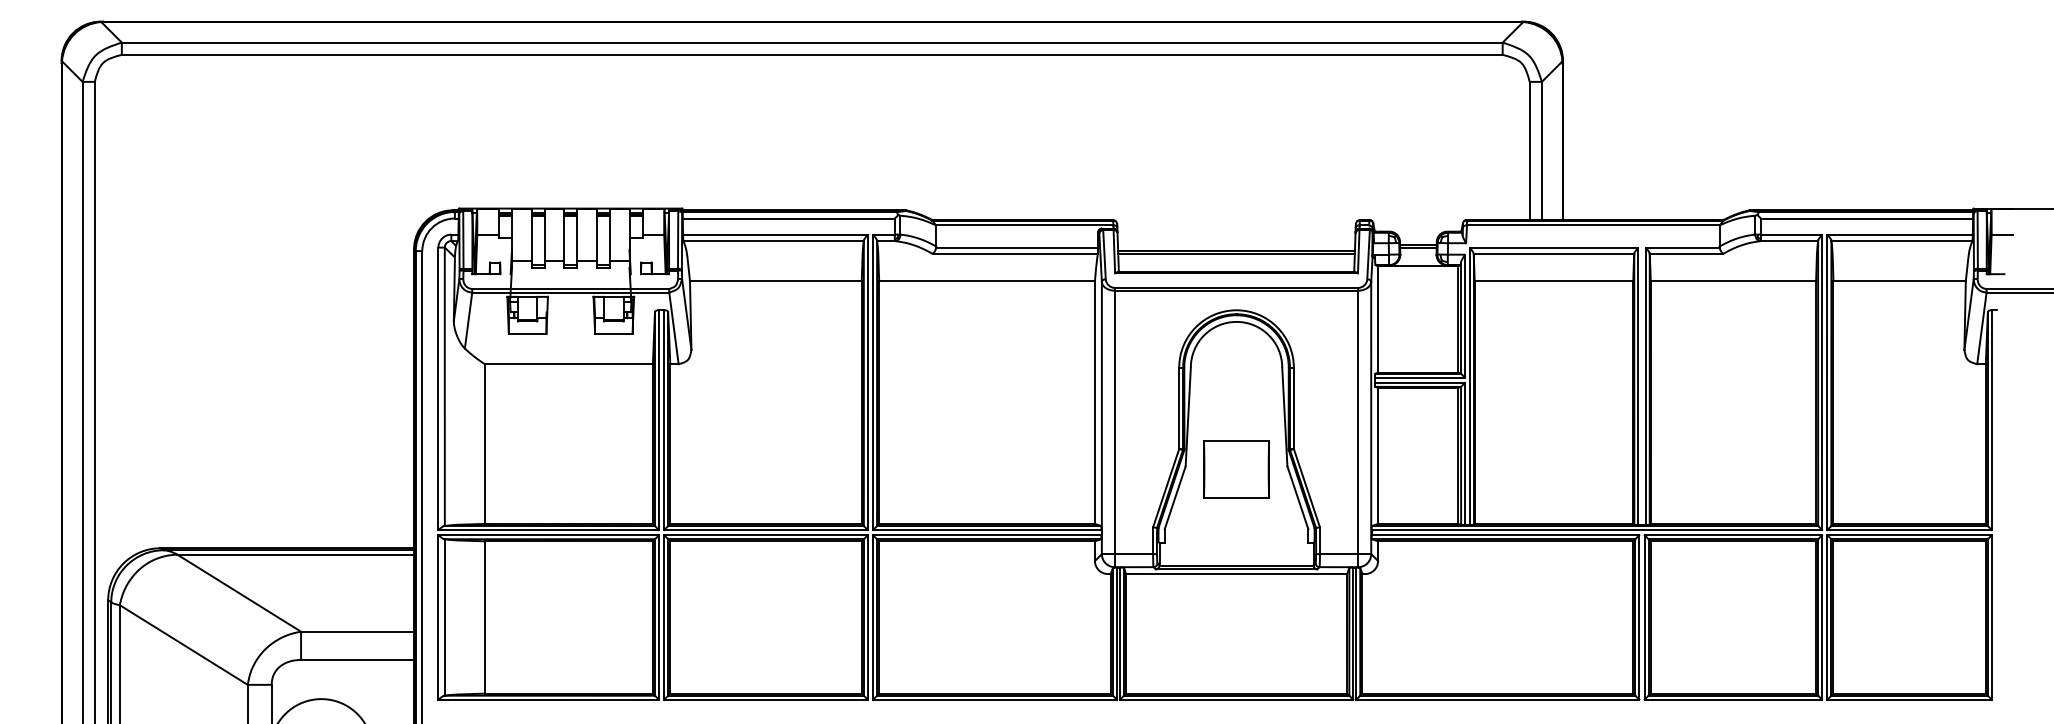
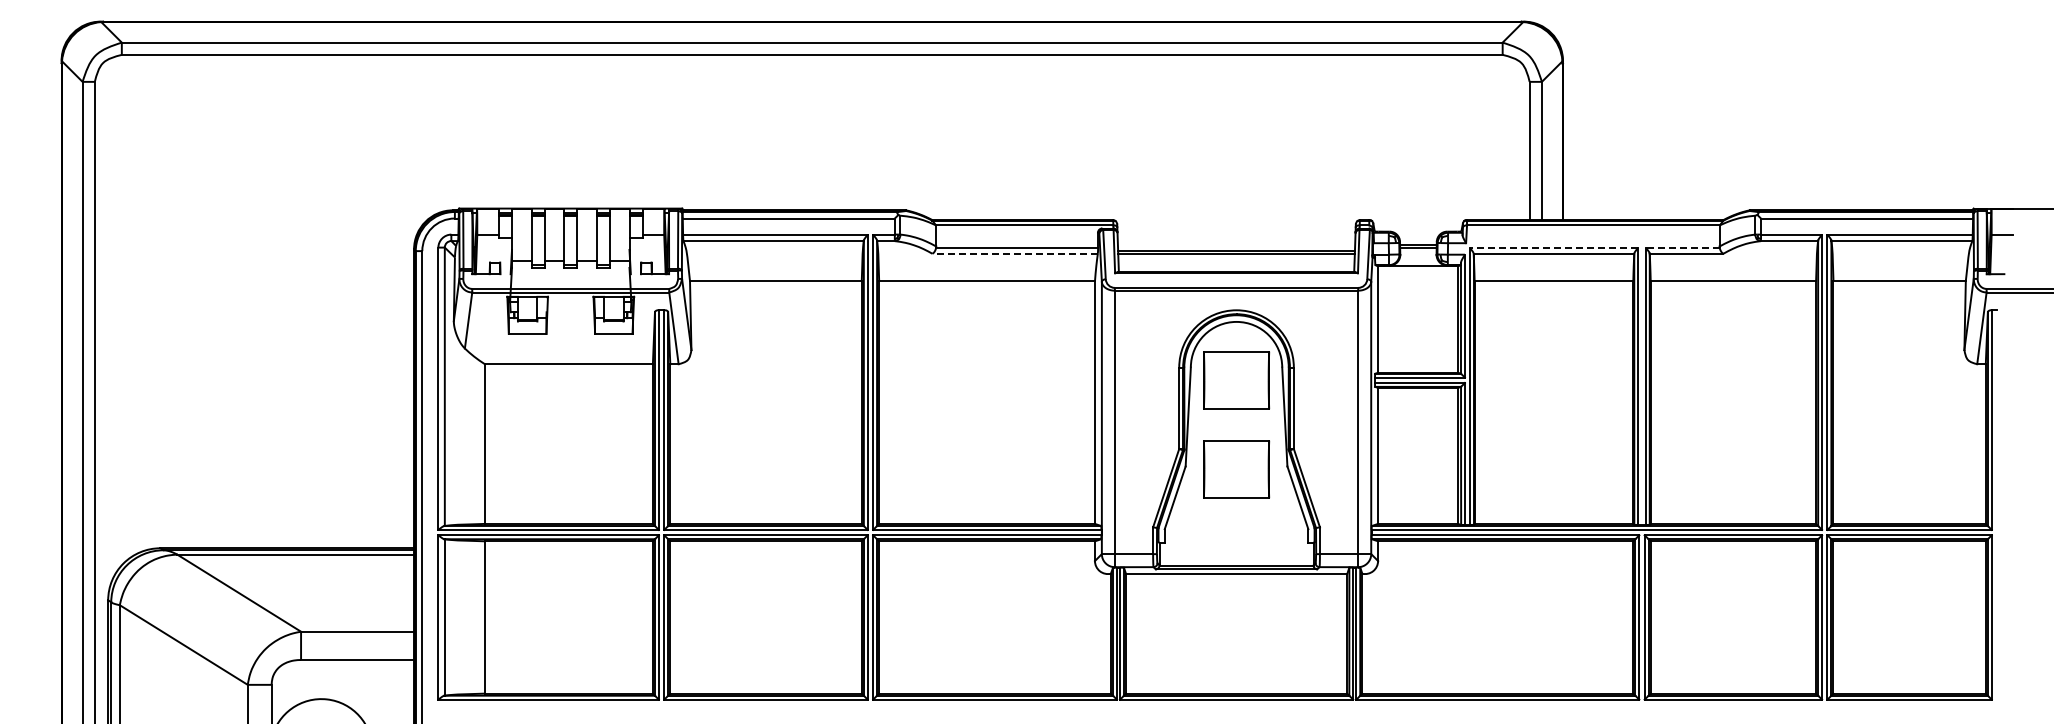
line at (1553, 247): solid -> dashed
line at (1682, 247): solid -> dashed
line at (1015, 253): solid -> dashed
part at (1236, 380): none -> present
